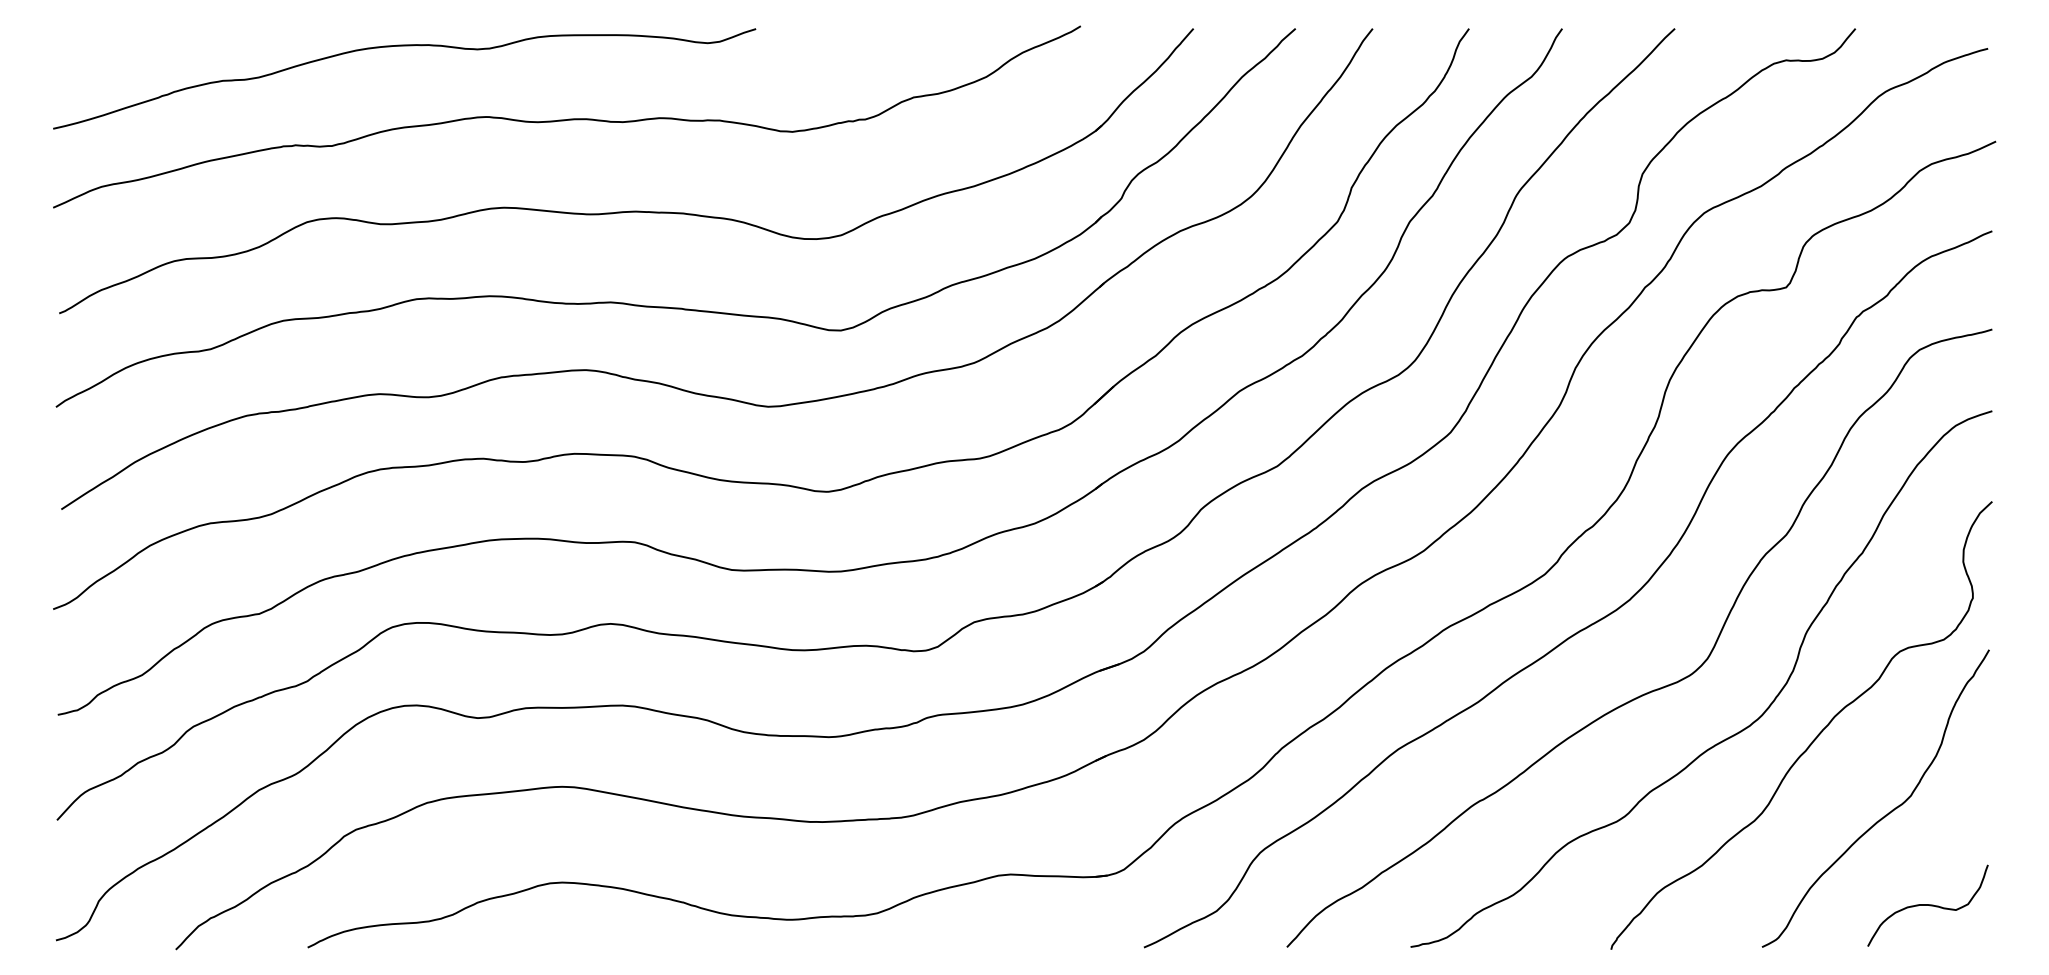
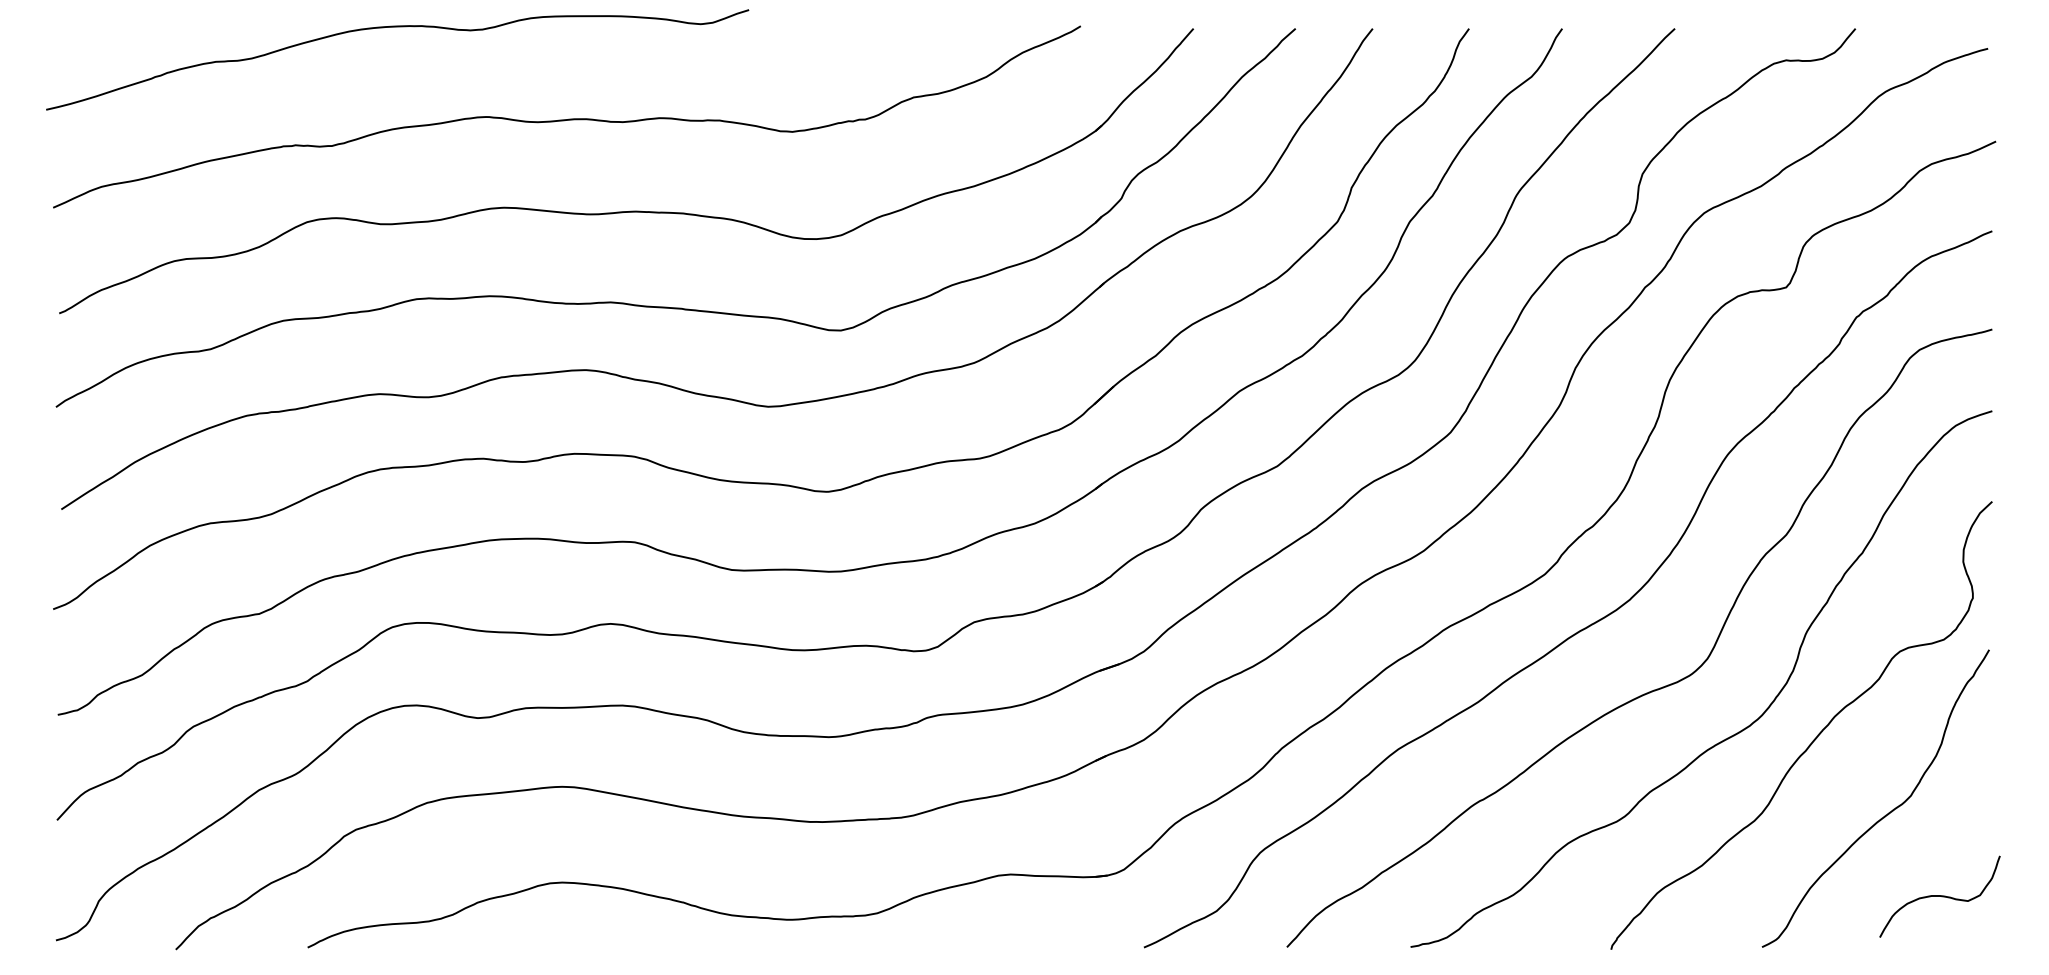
curve at (404, 46) position: (404, 46) -> (397, 27)
curve at (1927, 905) position: (1927, 905) -> (1939, 896)
